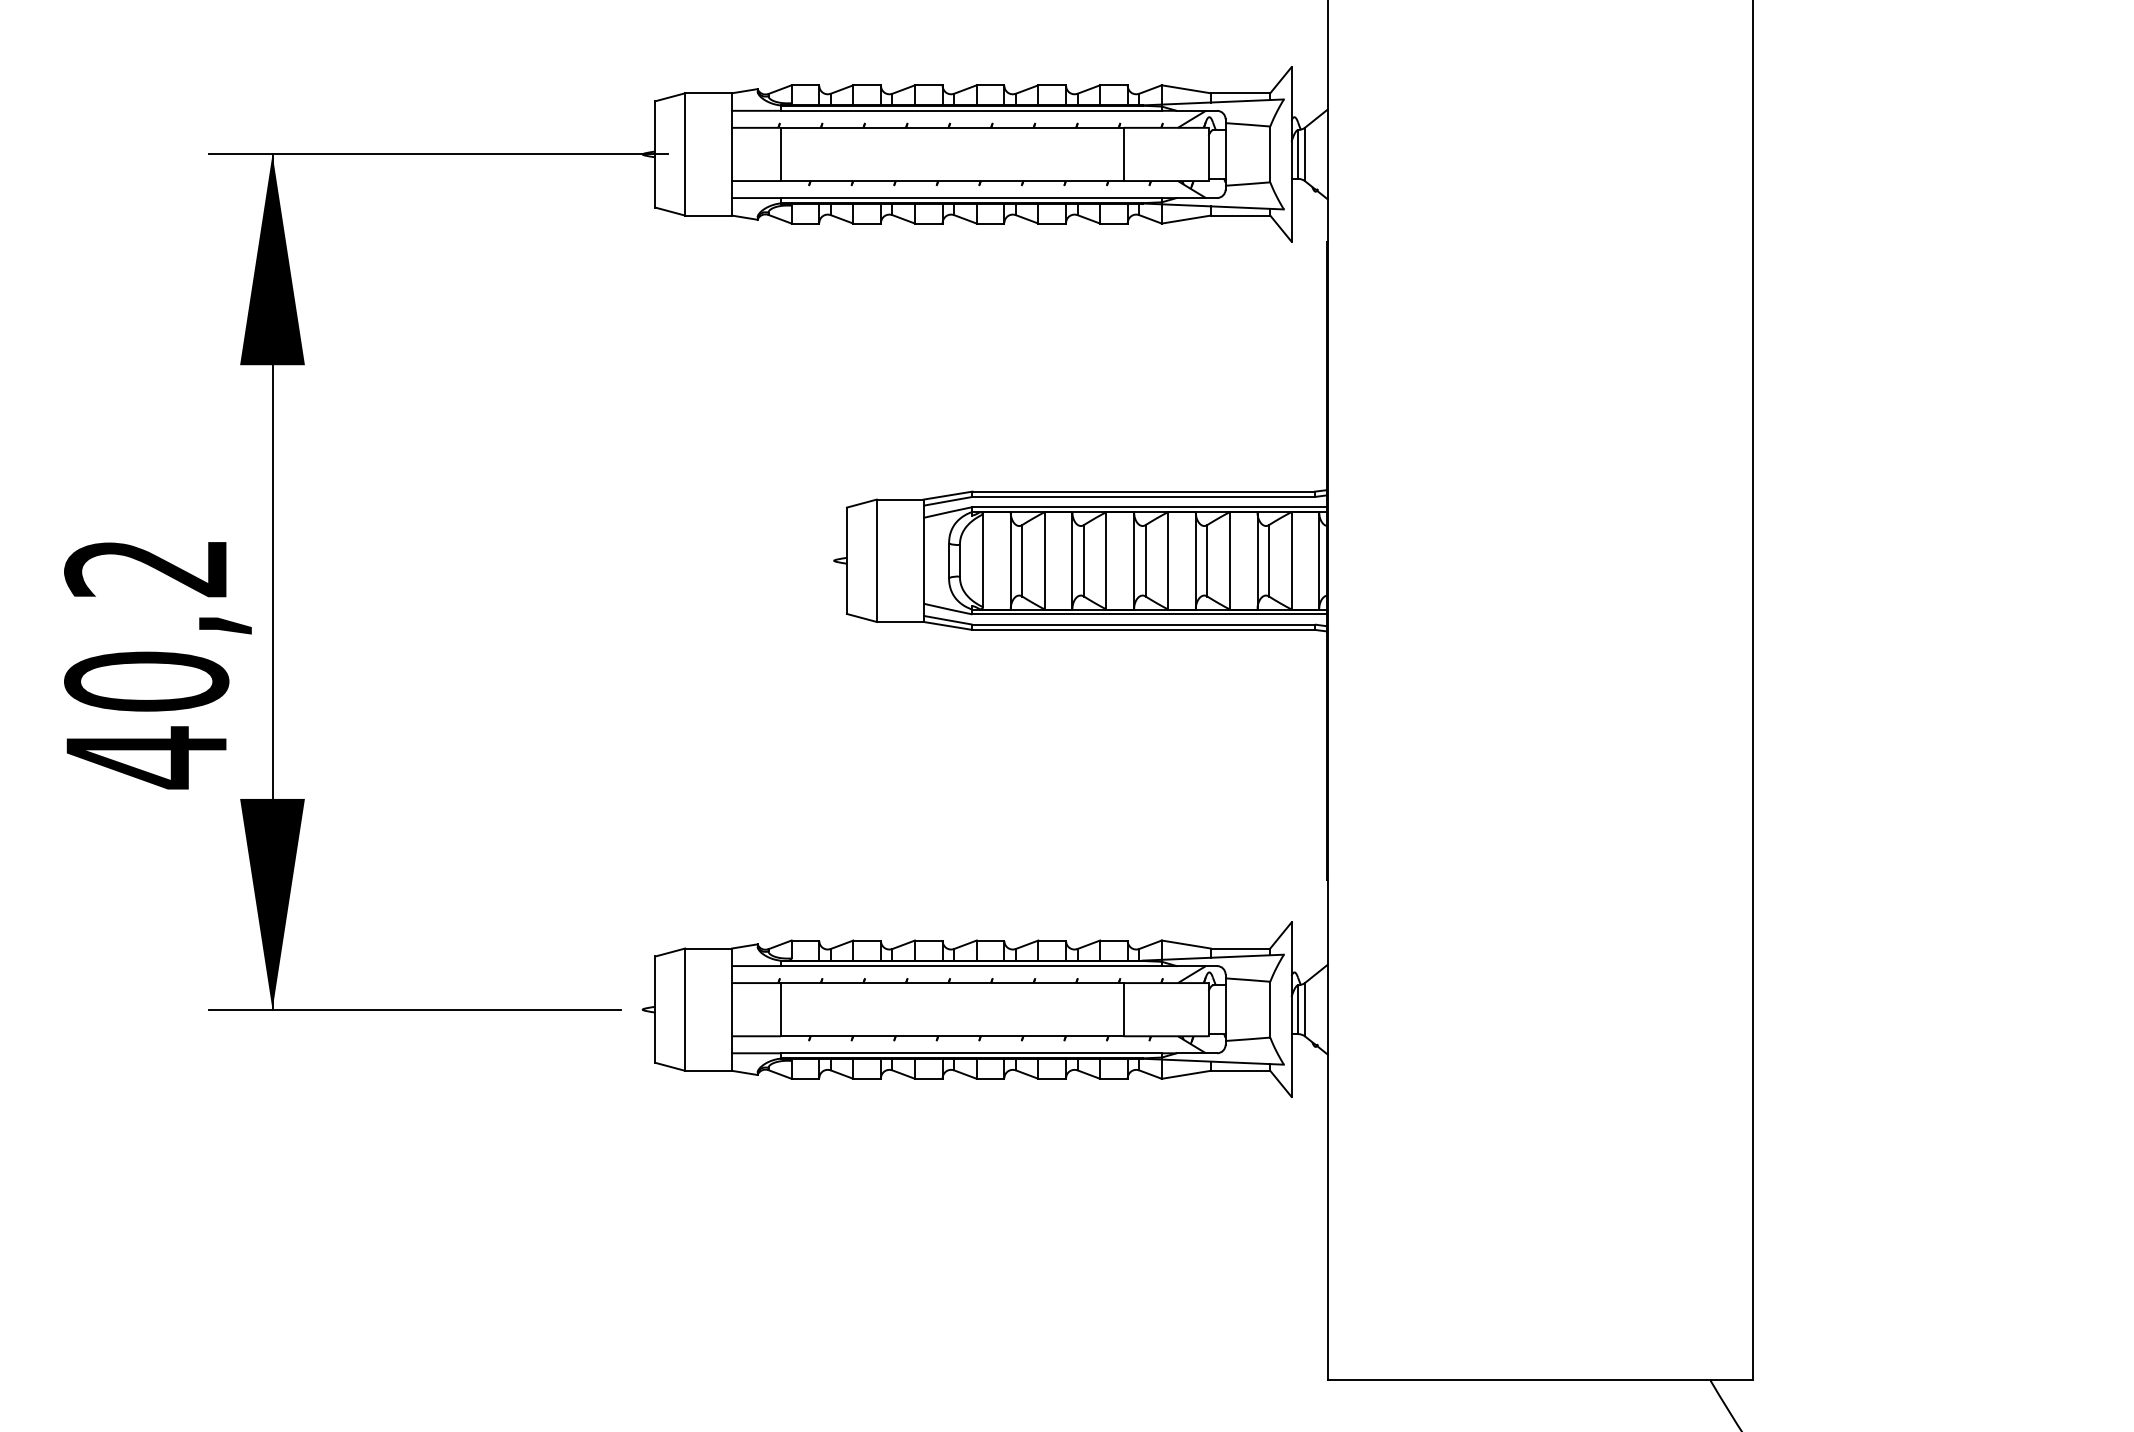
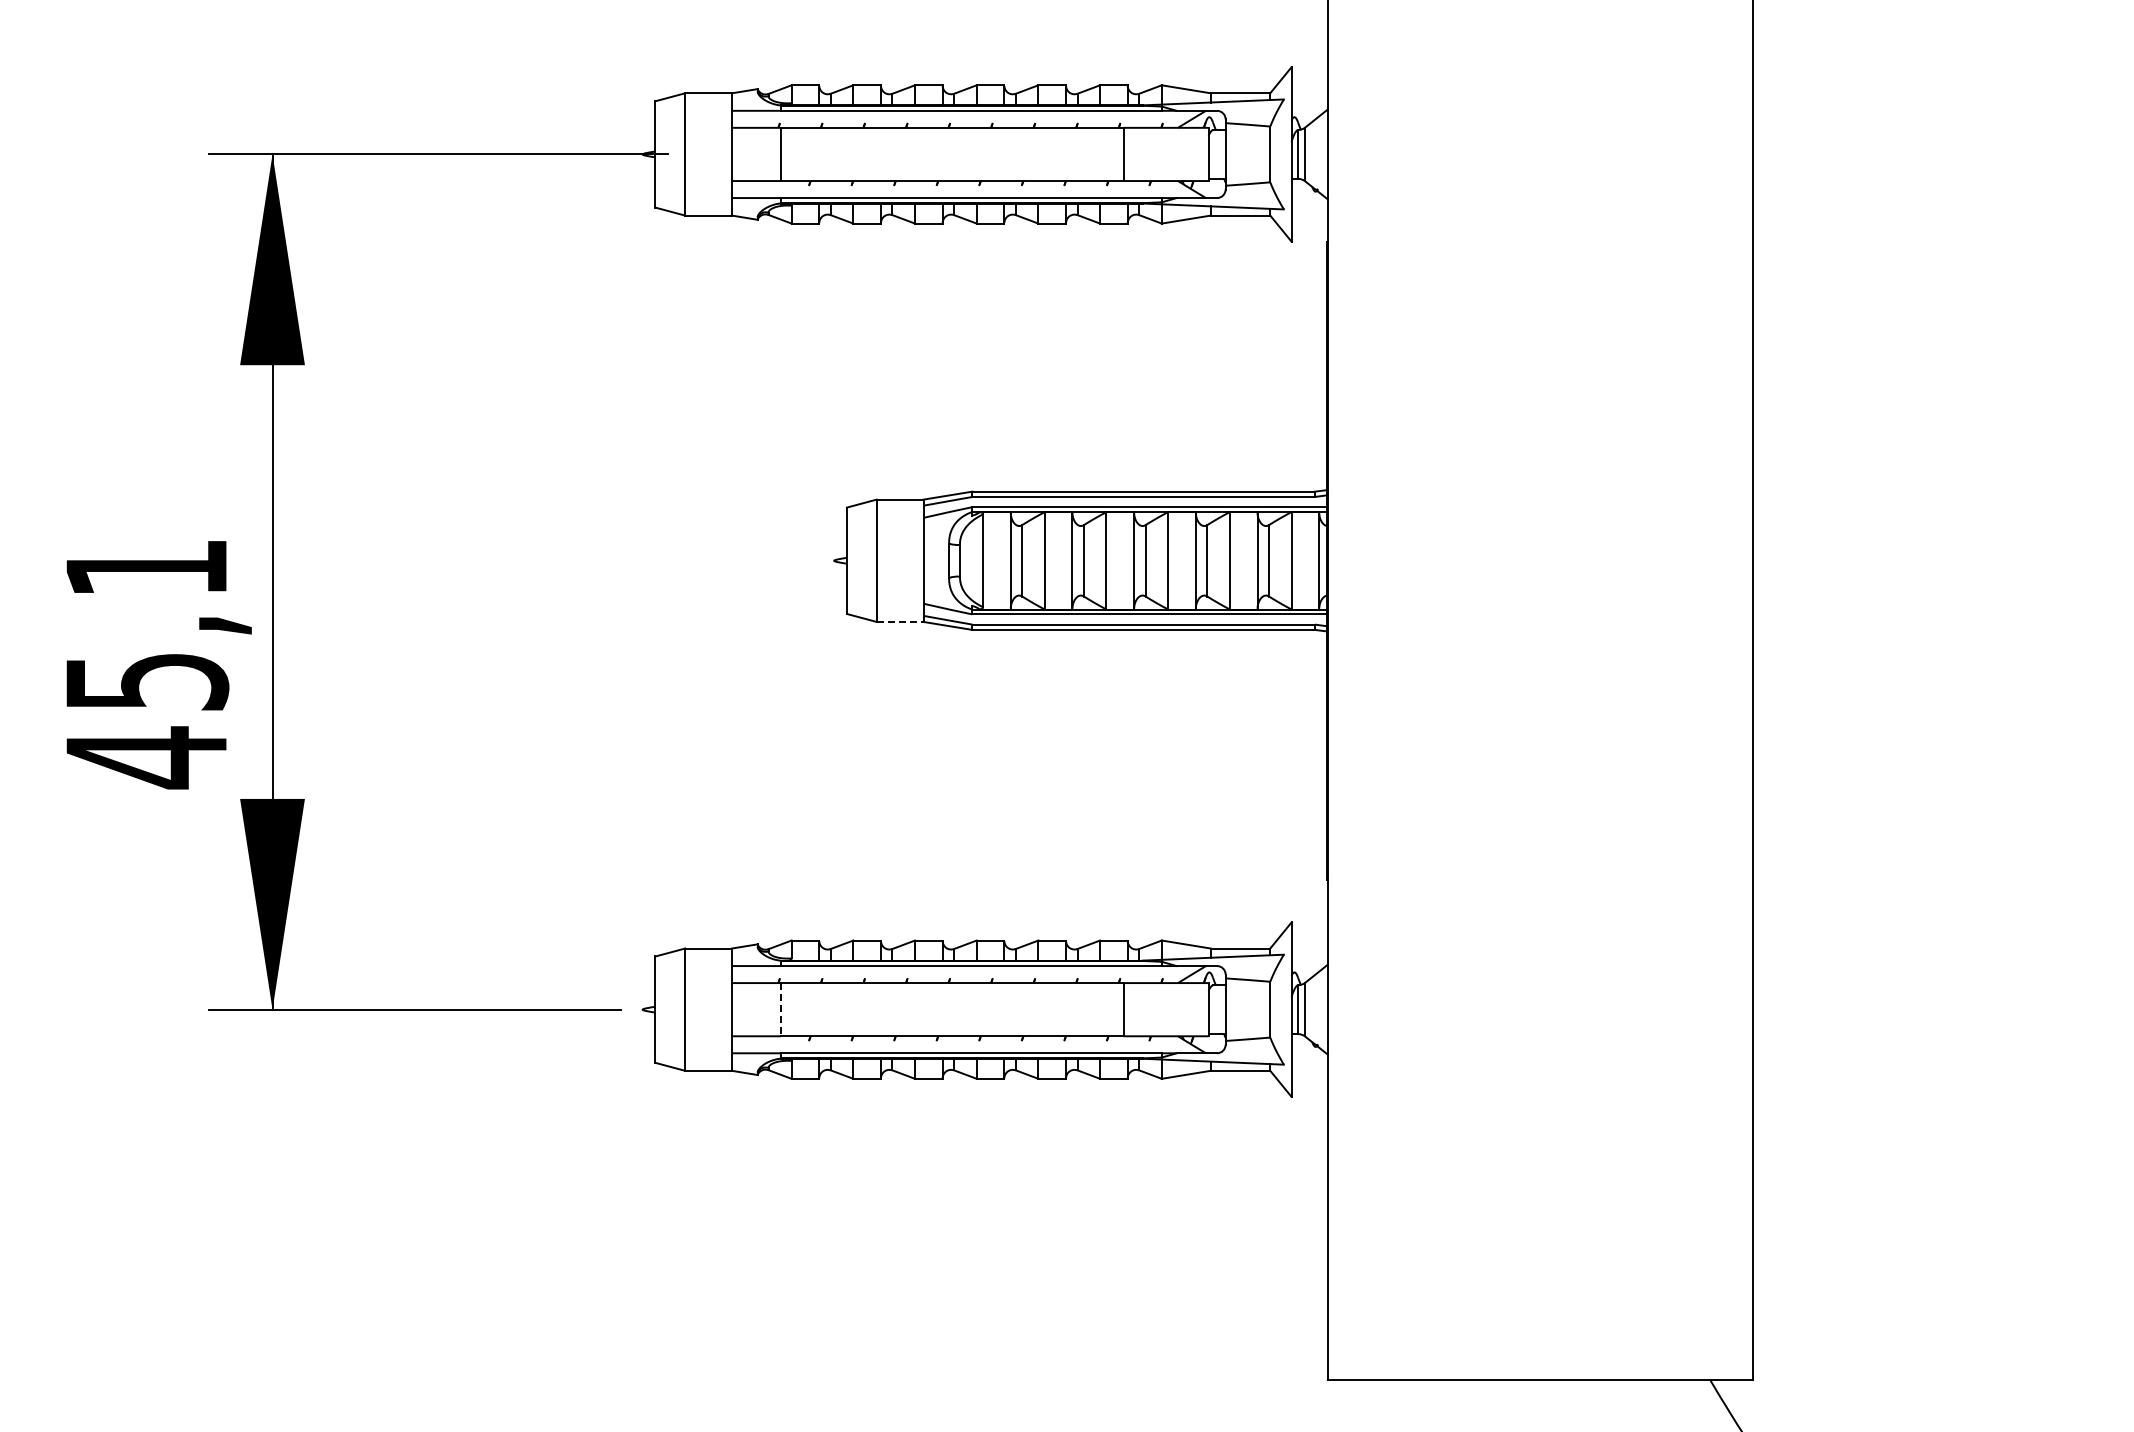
line at (900, 621): solid -> dashed
text at (146, 626): 40,2 -> 45,1
line at (780, 1009): solid -> dashed
